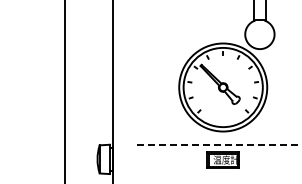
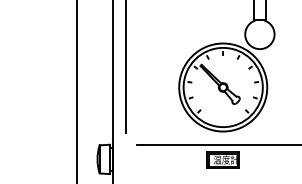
line at (125, 67): none -> present
line at (64, 91) position: (64, 91) -> (76, 91)
line at (220, 144): dashed -> solid
